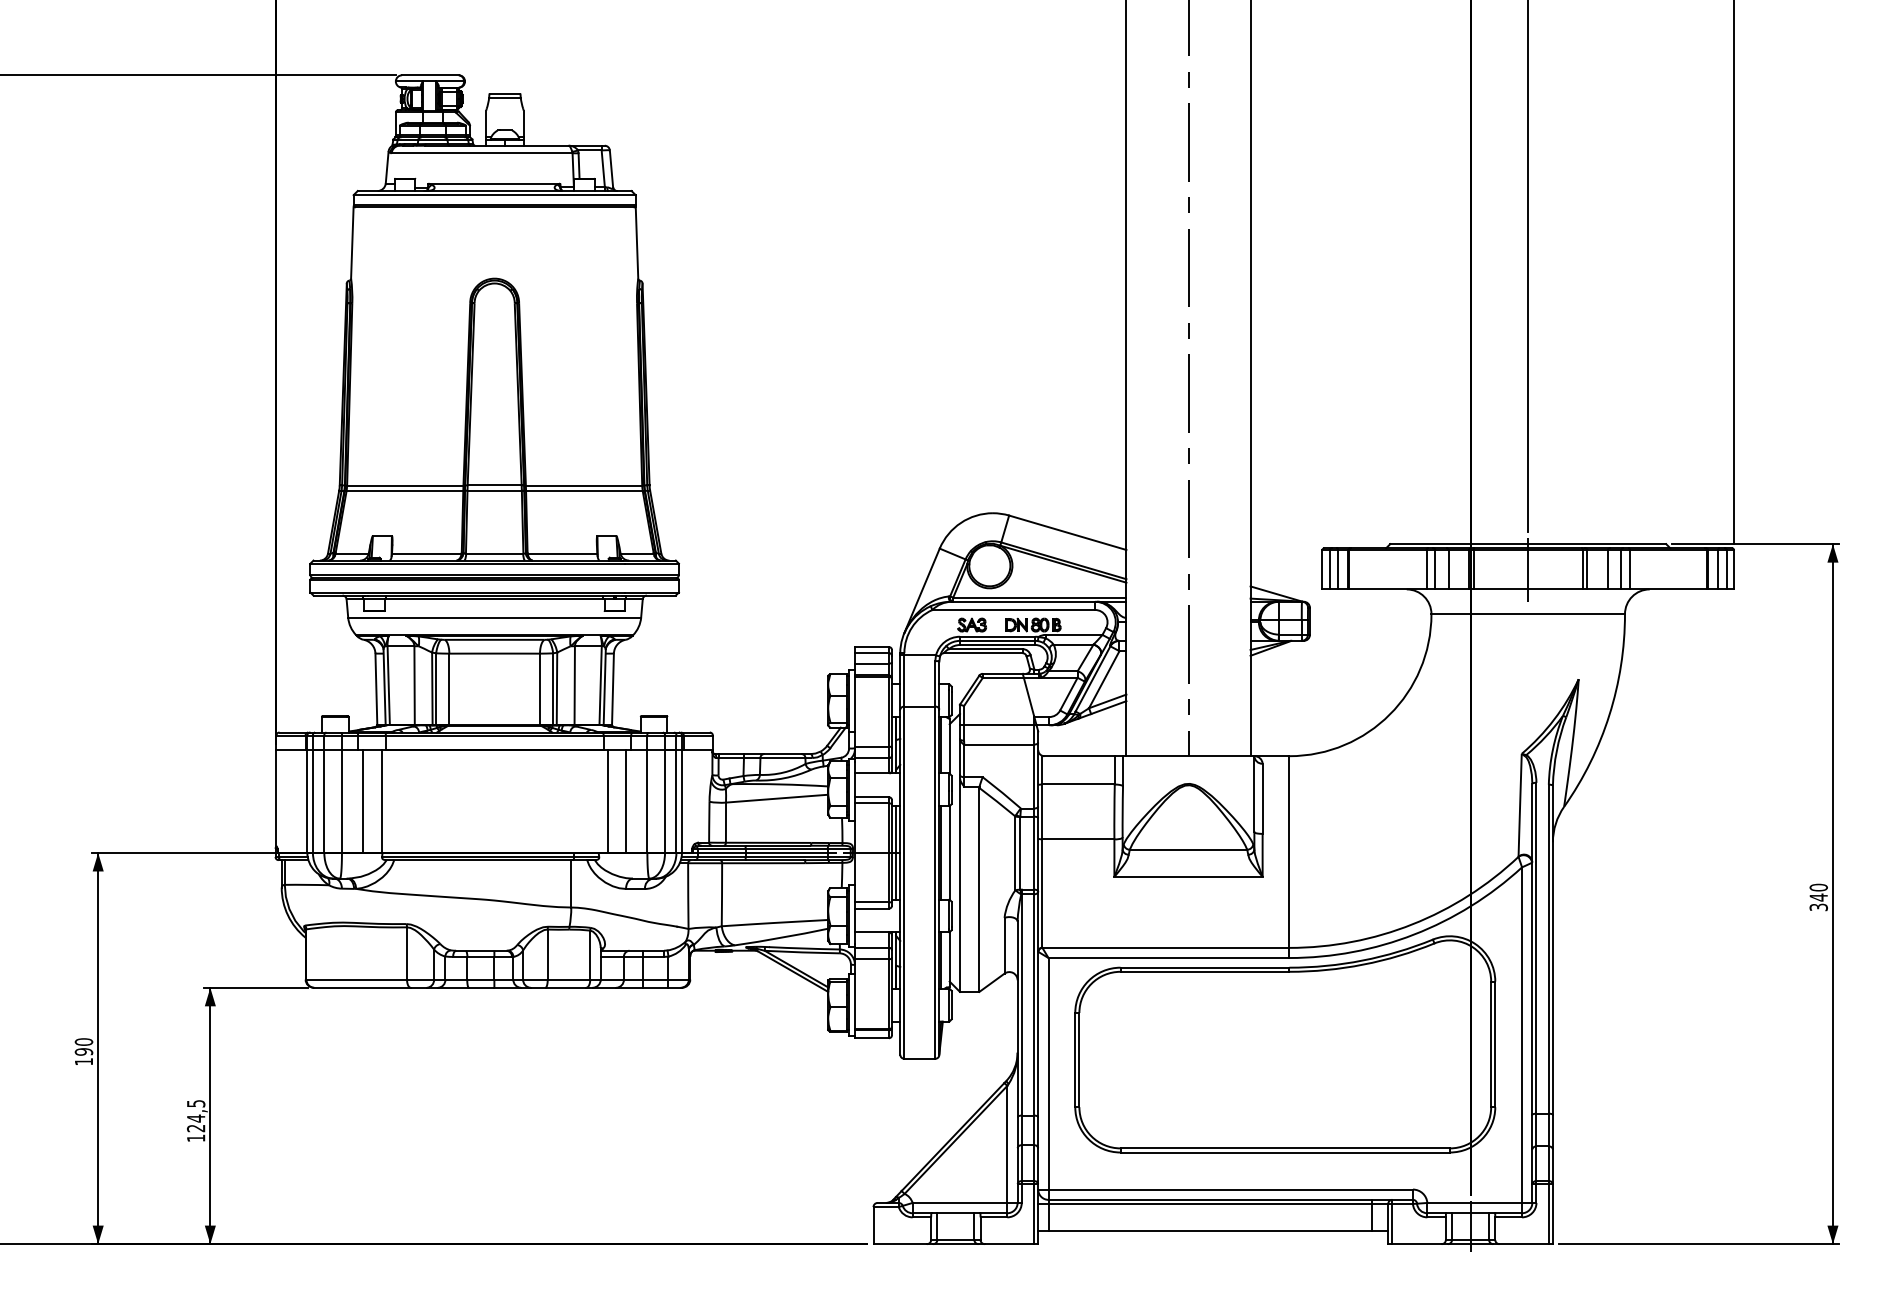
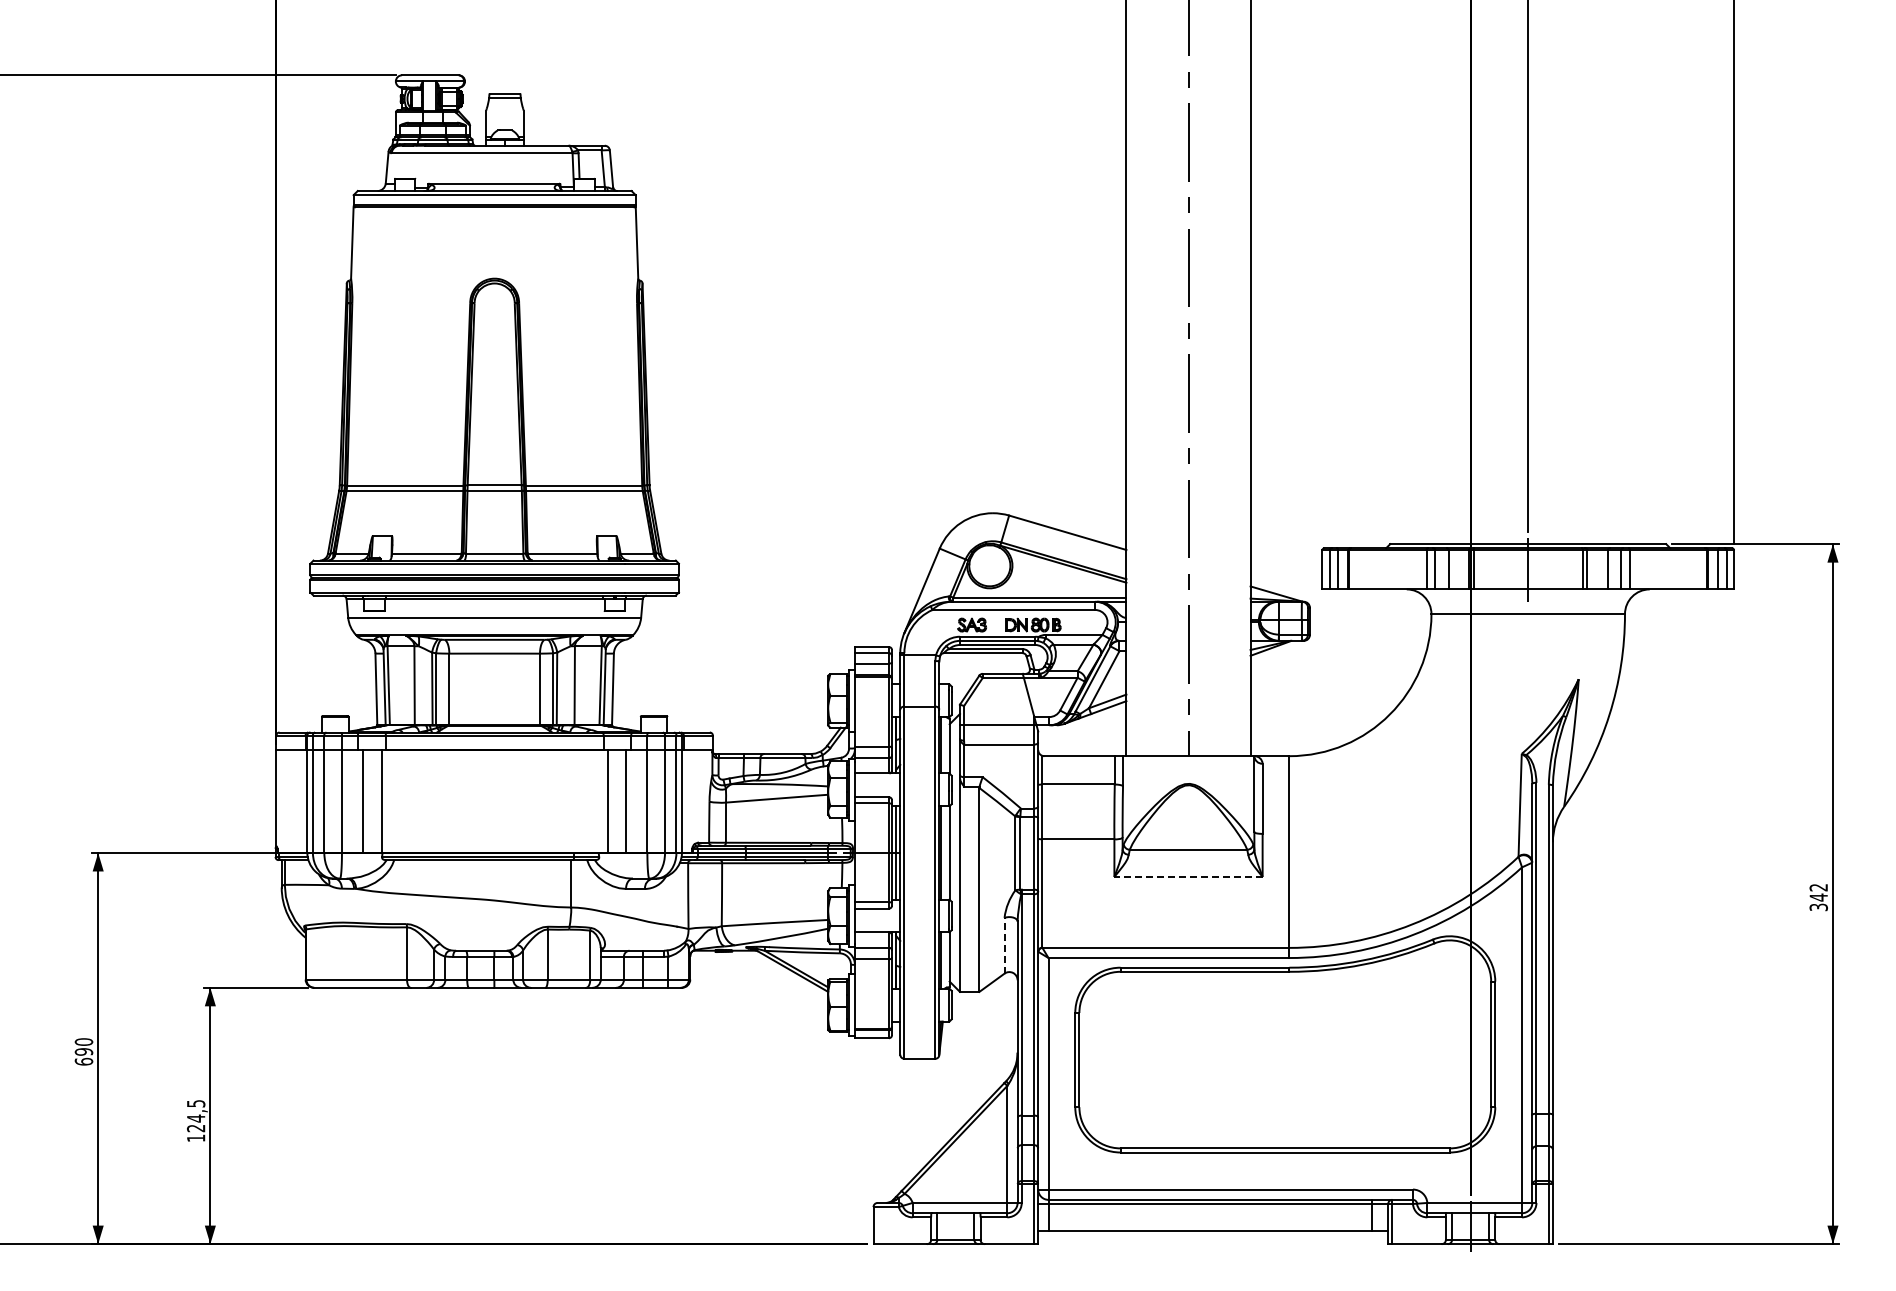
line at (1188, 876): solid -> dashed
text at (1818, 887): 340 -> 342
line at (1004, 945): solid -> dashed
text at (83, 1061): 190 -> 690
